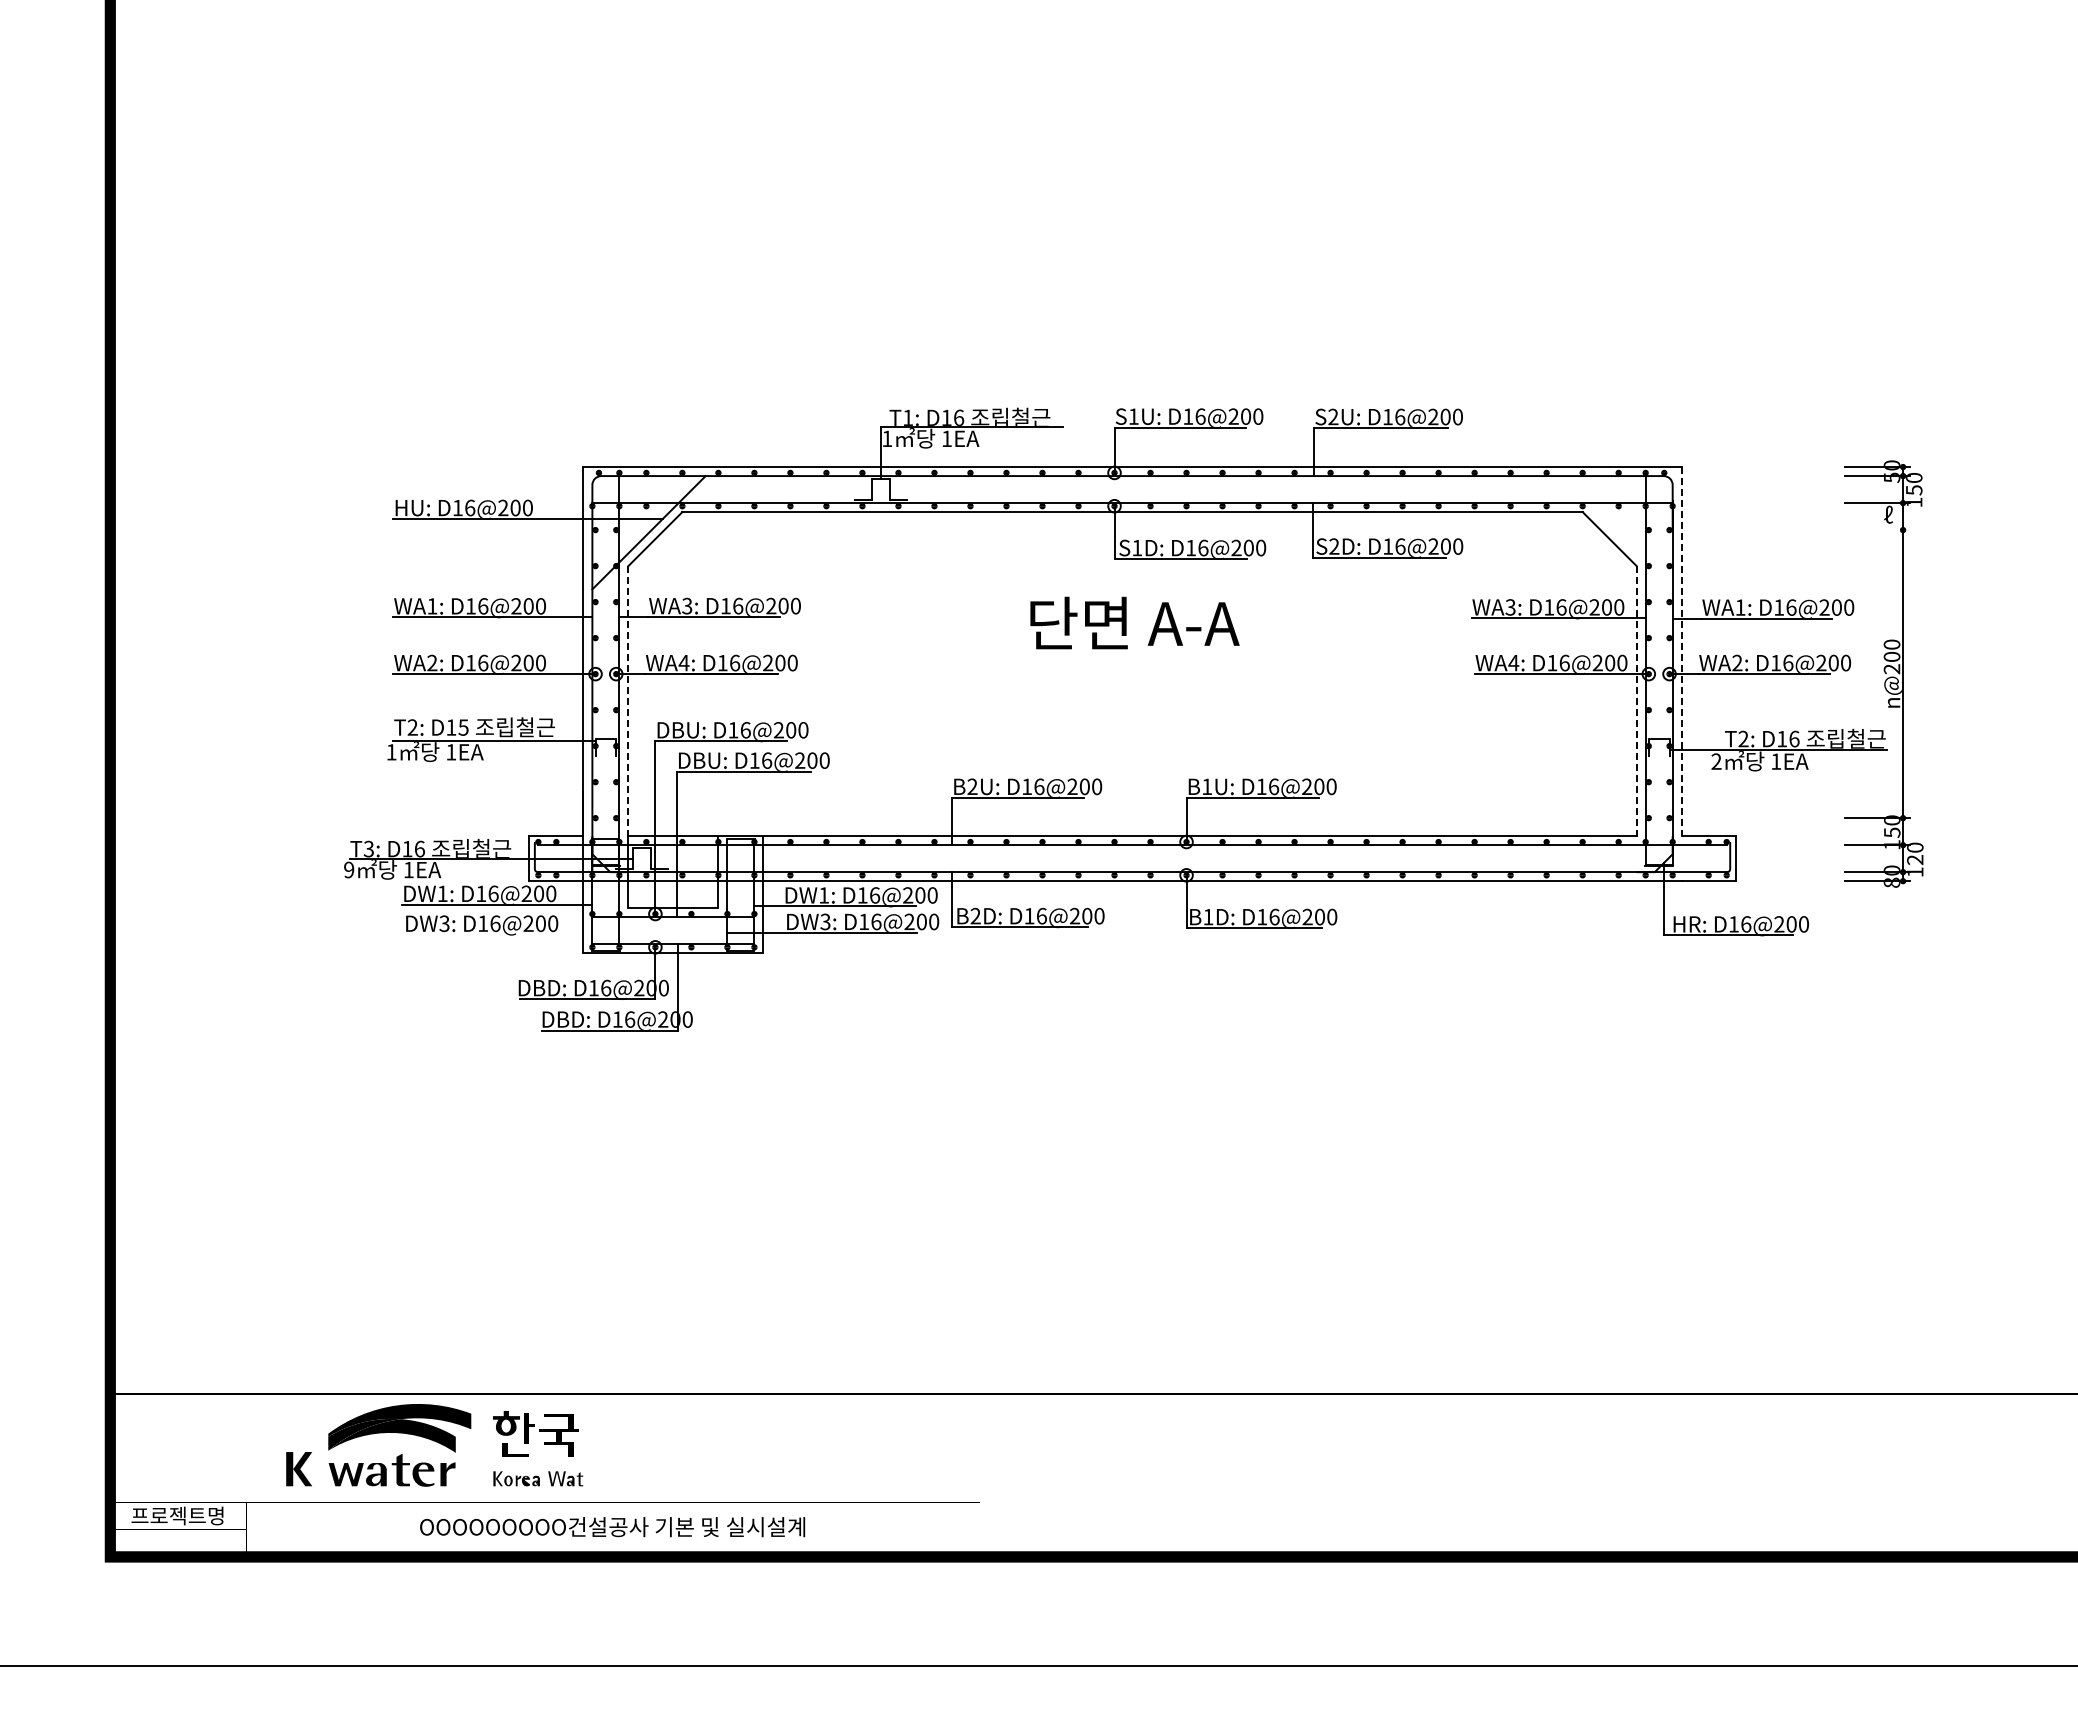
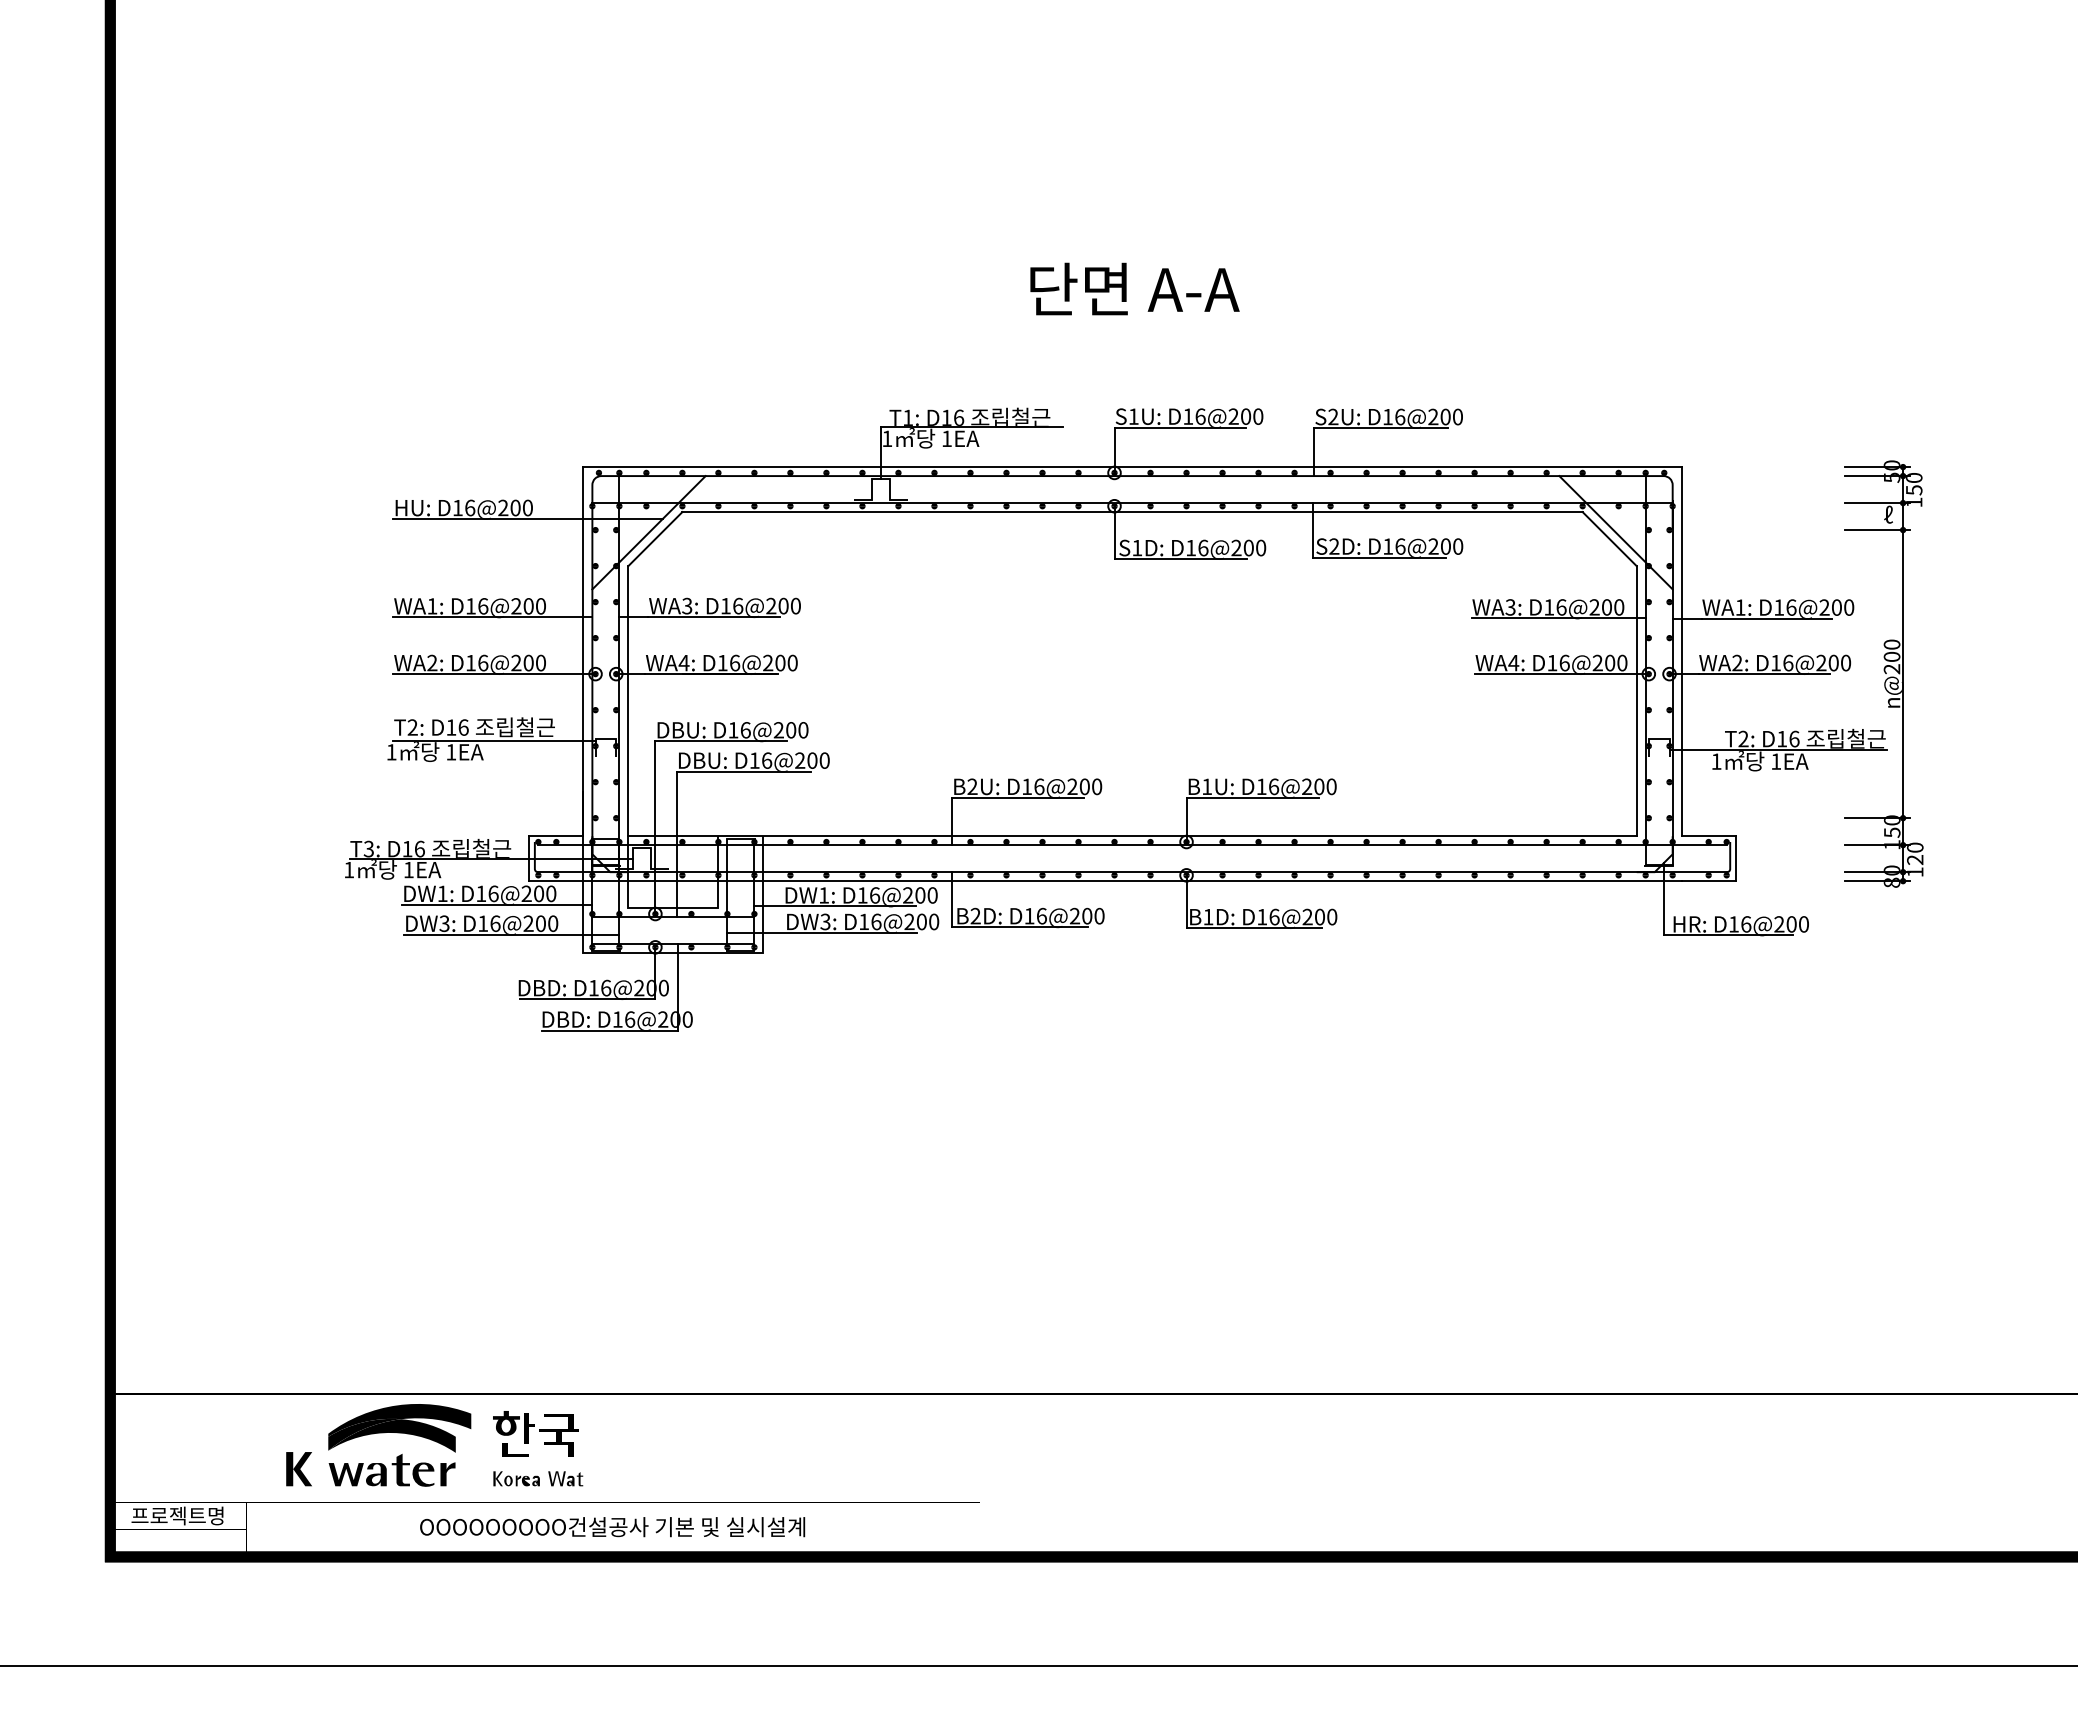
line at (1877, 530): none -> present
line at (1615, 532): none -> present
text at (1134, 622) position: (1134, 622) -> (1134, 288)
line at (1681, 651): dashed -> solid
line at (628, 701): dashed -> solid
line at (1636, 701): dashed -> solid
text at (463, 727): D15 -> D16
text at (1716, 761): 2 -> 1
text at (349, 869): 9 -> 1
line at (511, 934): none -> present
